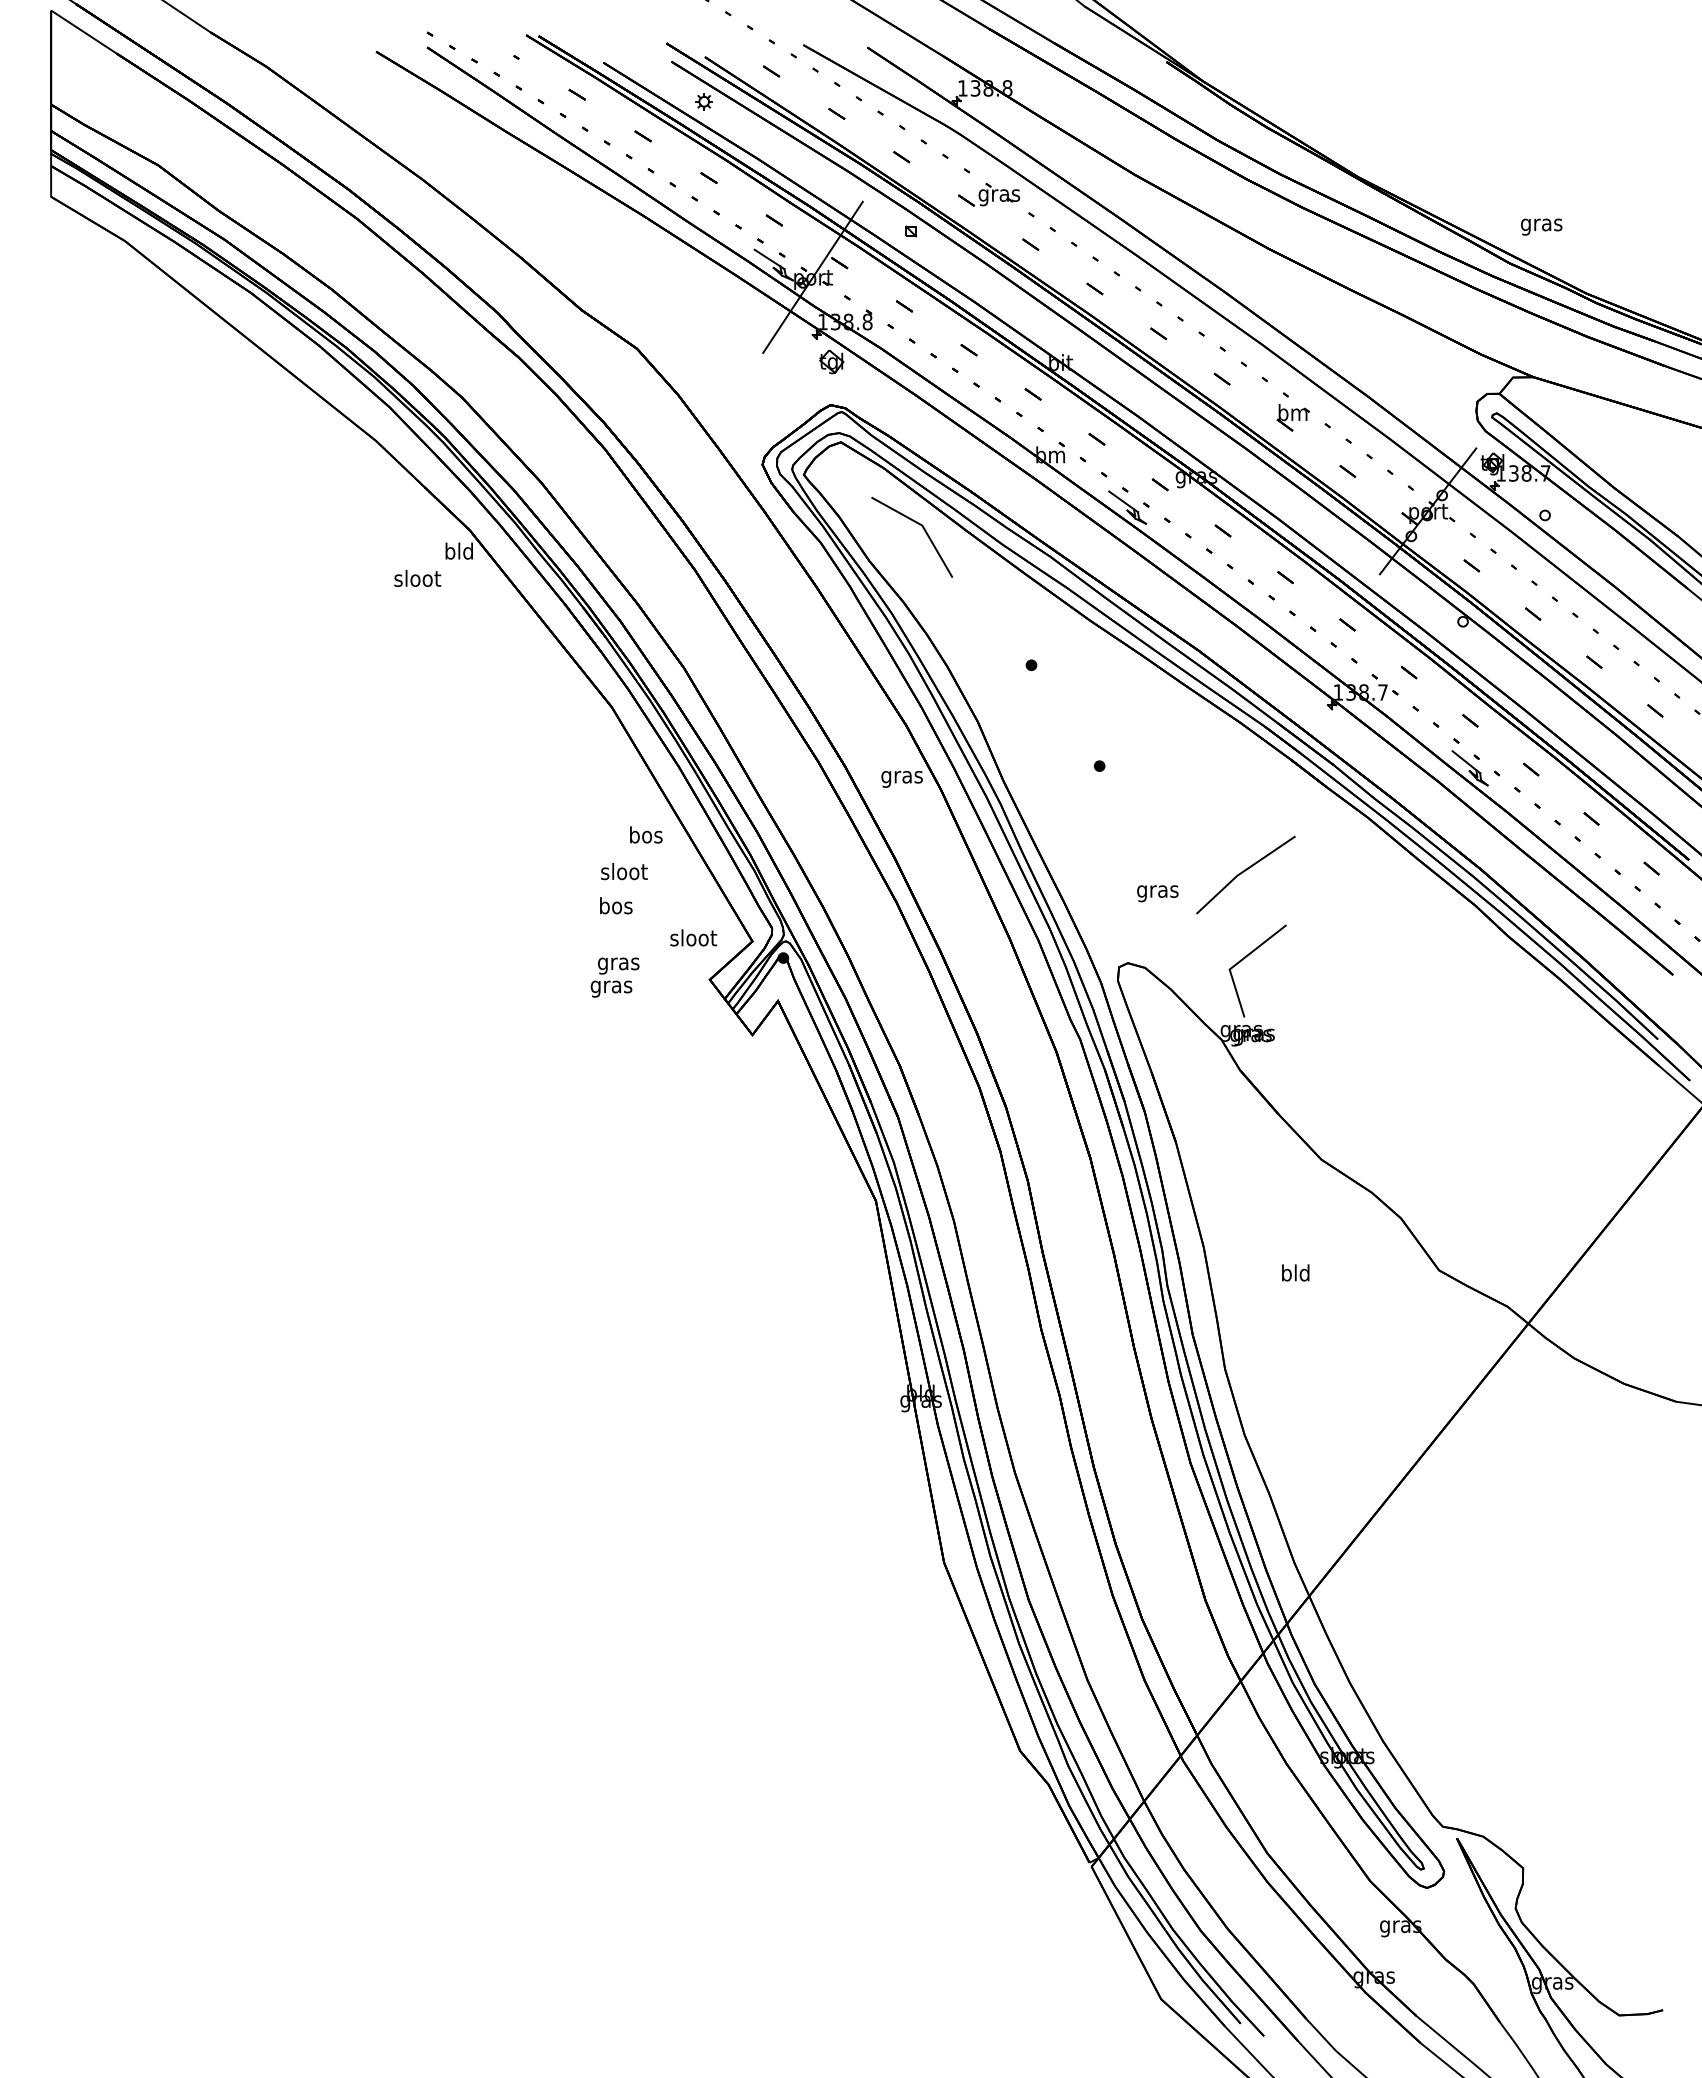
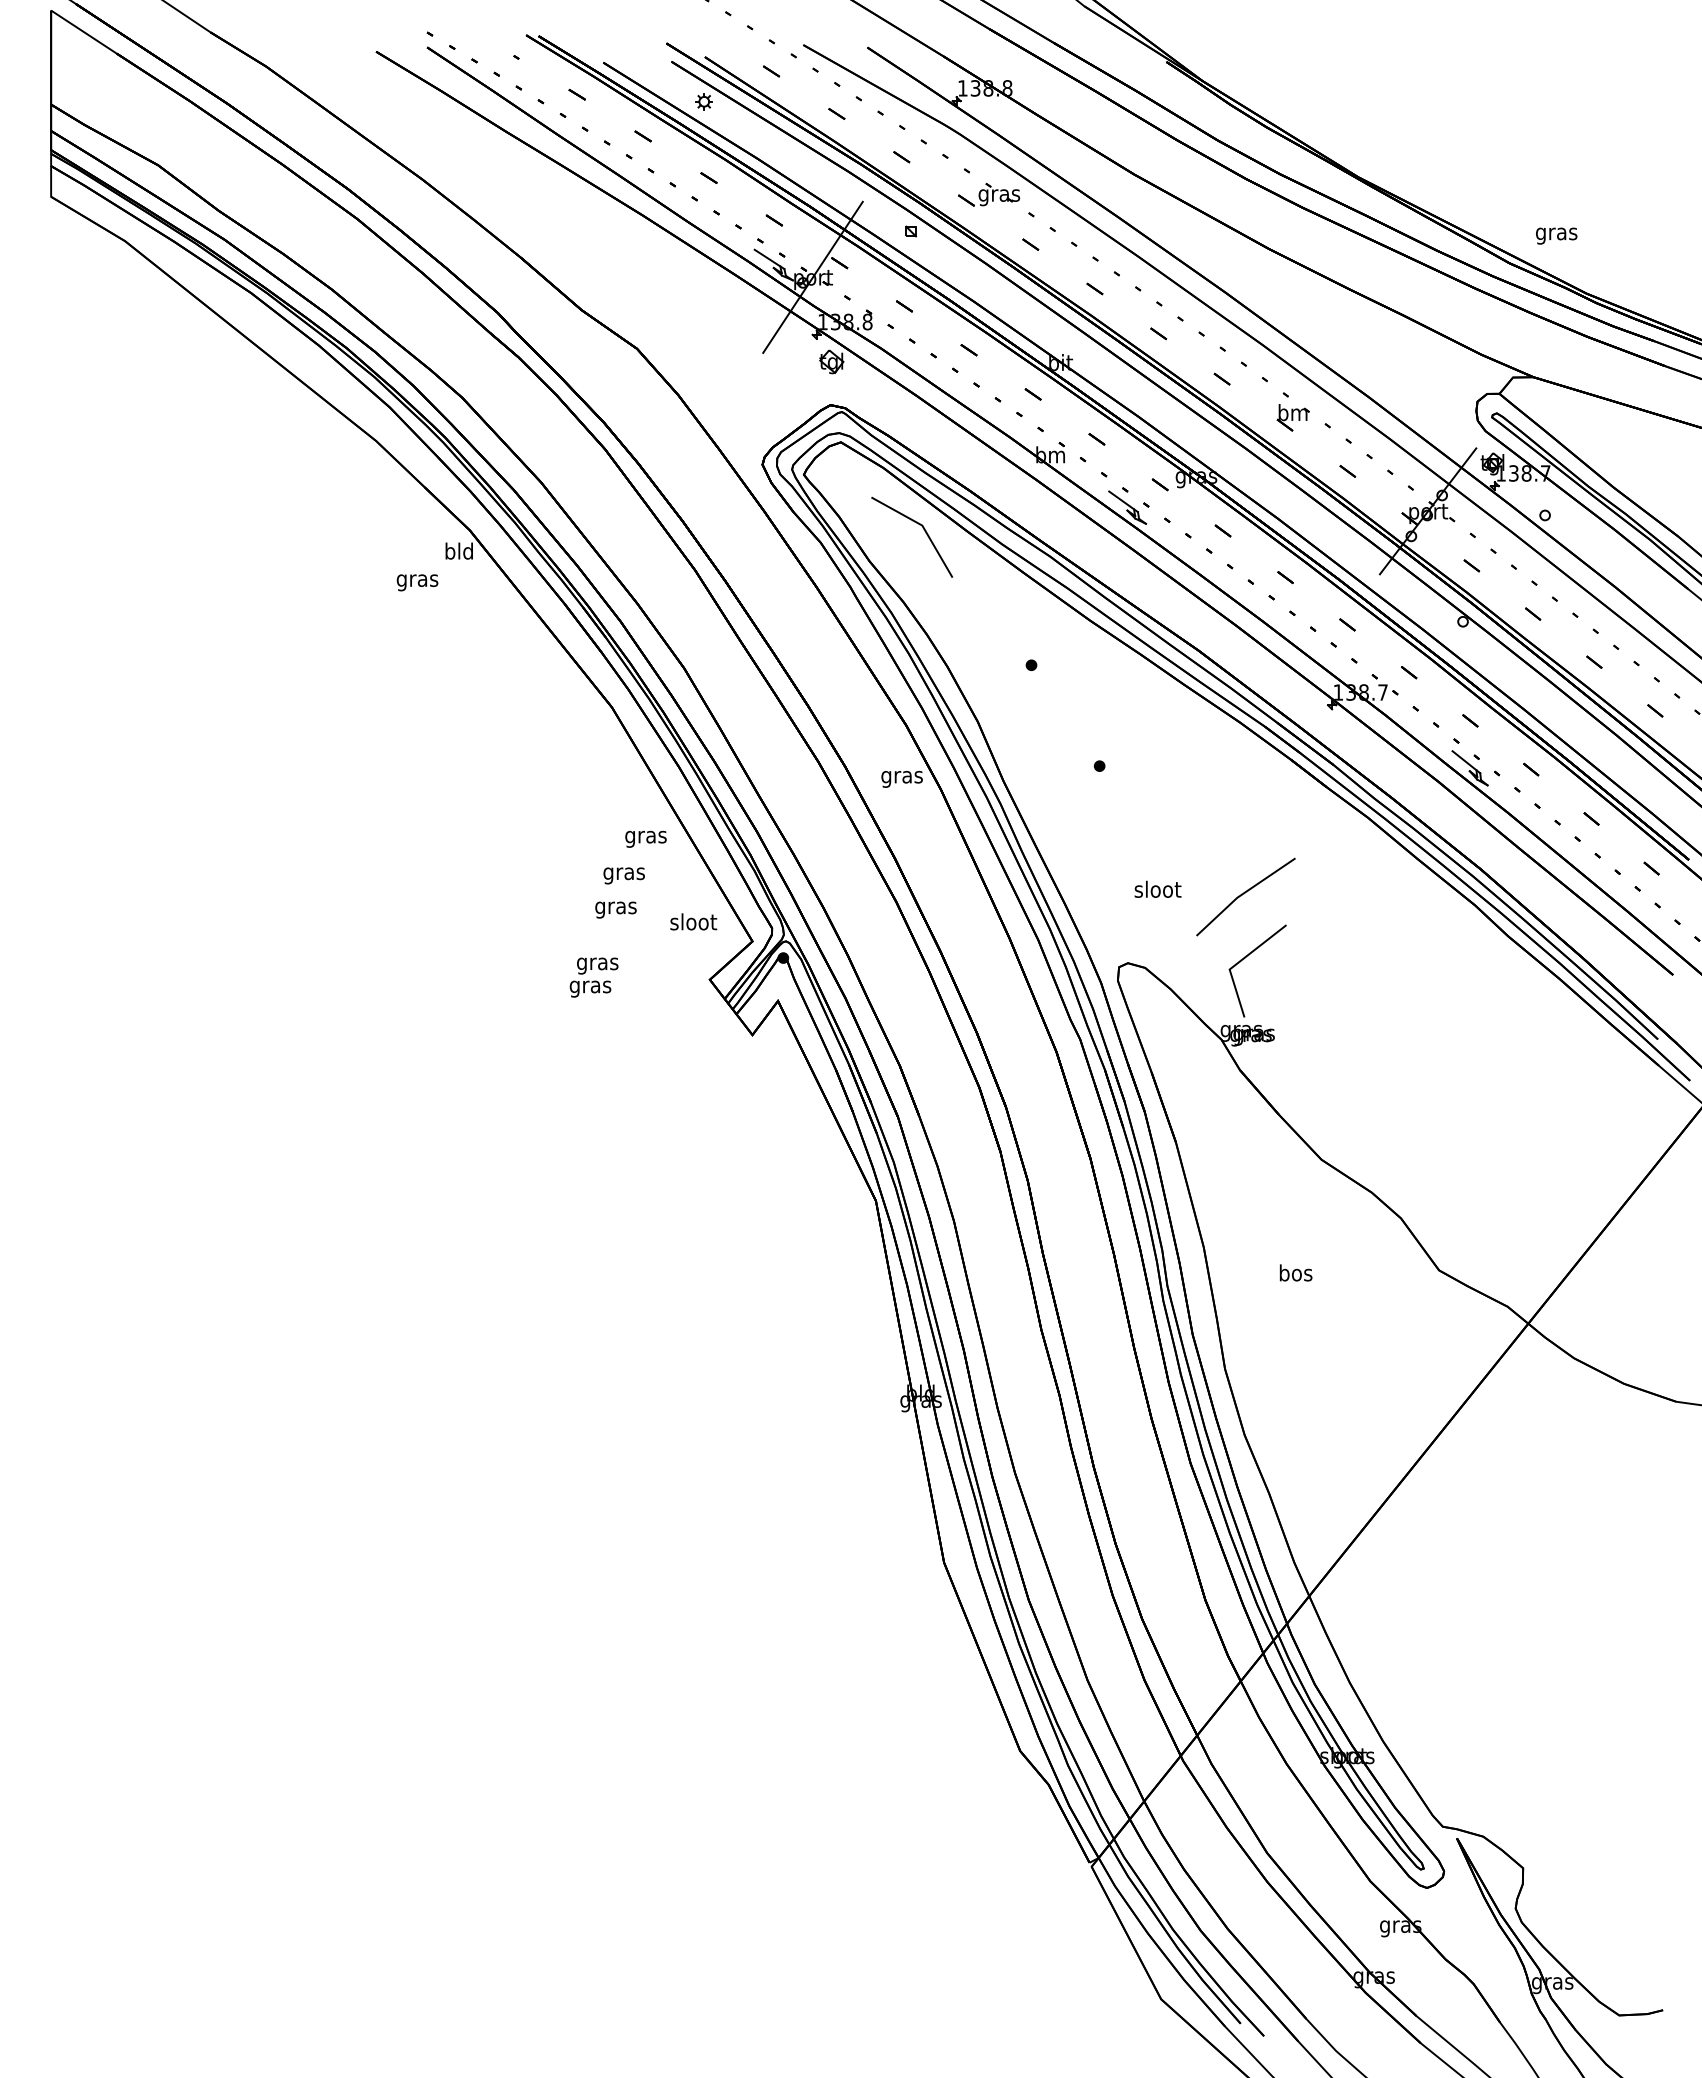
text at (1541, 226) position: (1541, 226) -> (1556, 235)
text at (417, 580): sloot -> gras
text at (645, 836): bos -> gras
line at (1244, 872) position: (1244, 872) -> (1244, 894)
text at (624, 873): sloot -> gras
text at (1157, 891): gras -> sloot
text at (615, 907): bos -> gras
text at (693, 937) position: (693, 937) -> (693, 921)
text at (614, 977) position: (614, 977) -> (593, 977)
text at (1295, 1272): bld -> bos
